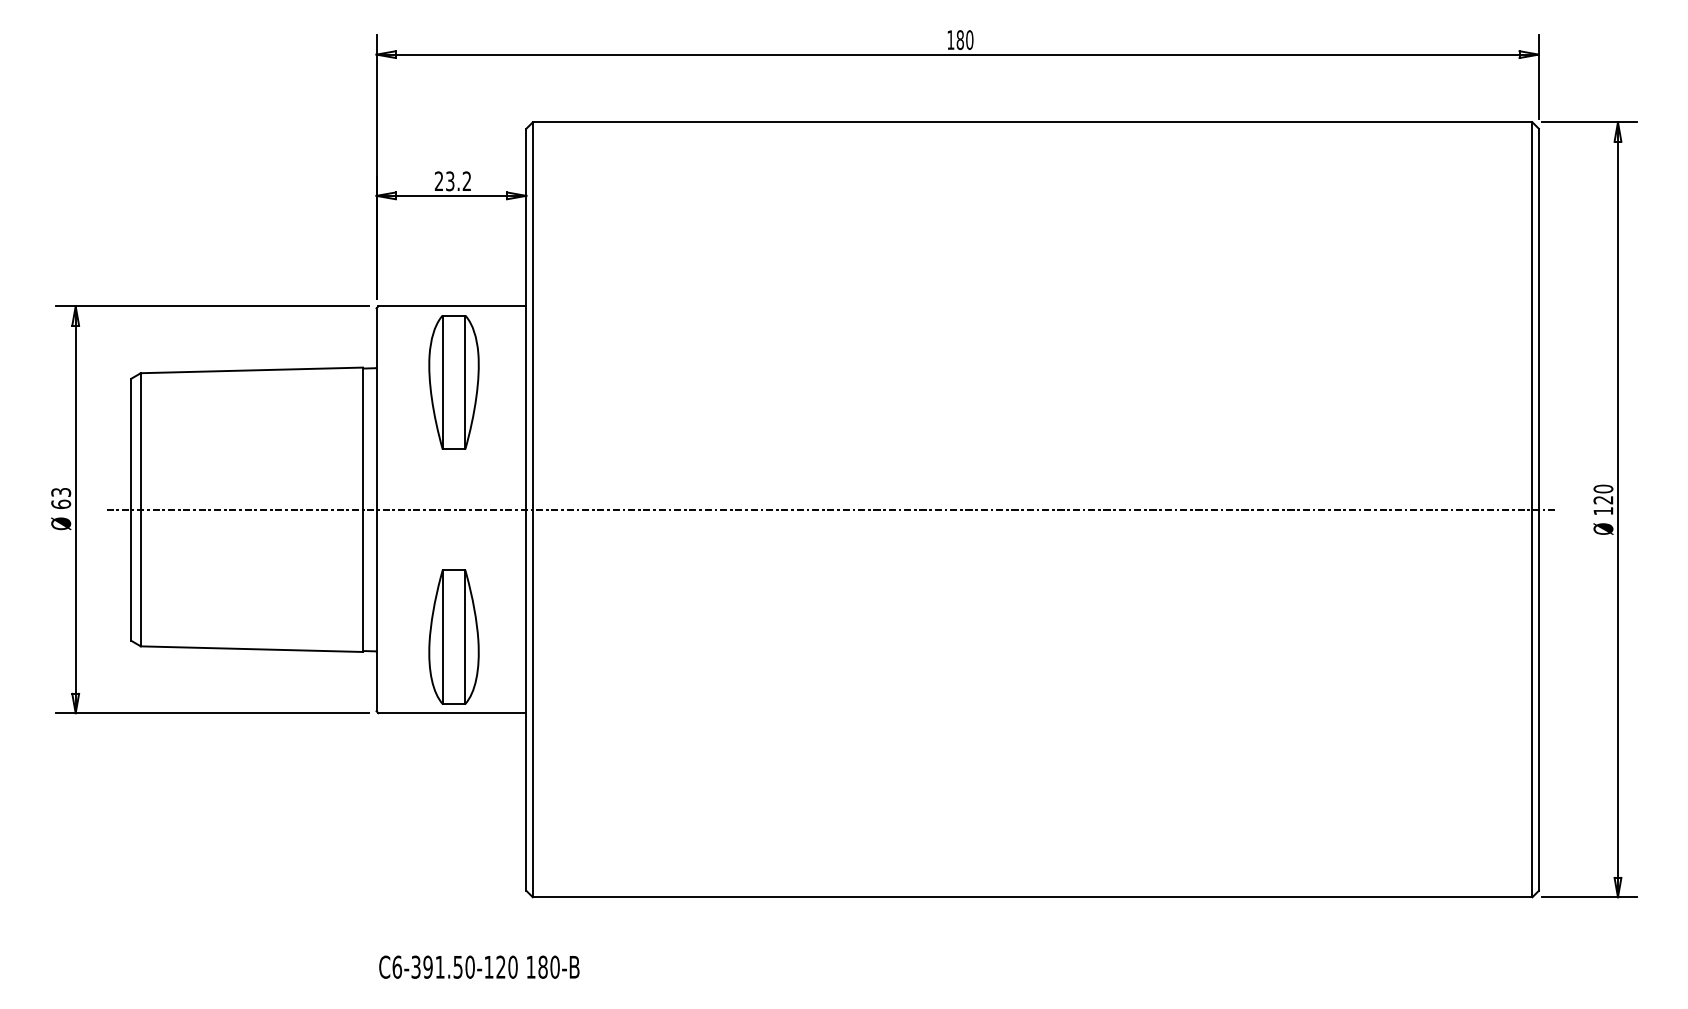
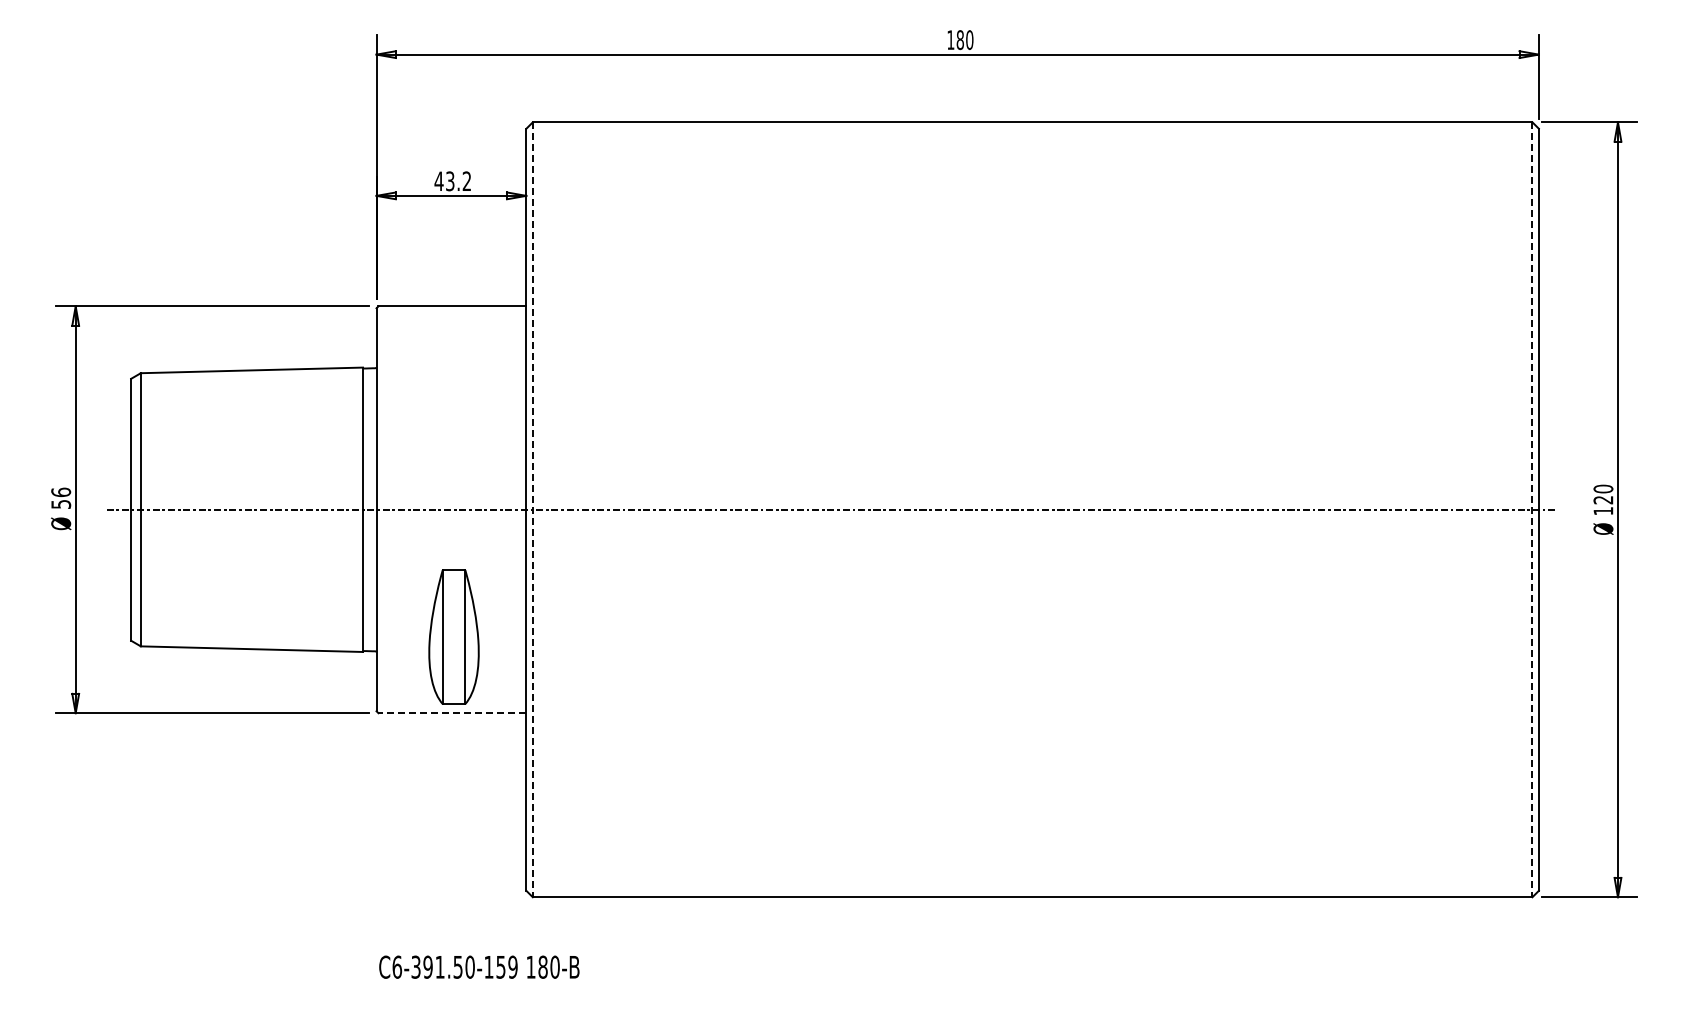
text at (438, 180): 23.2 -> 43.2
part at (453, 382): present -> none
text at (61, 498): 63 -> 56
line at (532, 510): solid -> dashed
line at (1532, 510): solid -> dashed
line at (452, 713): solid -> dashed
text at (506, 966): C6-391.50-120 -> C6-391.50-159
